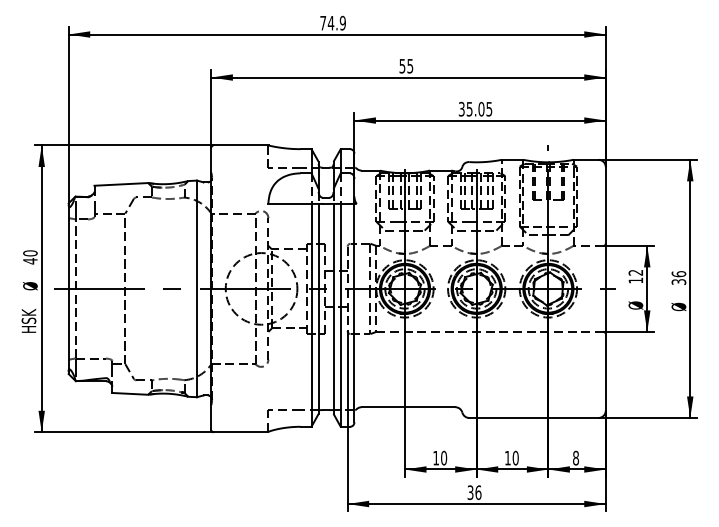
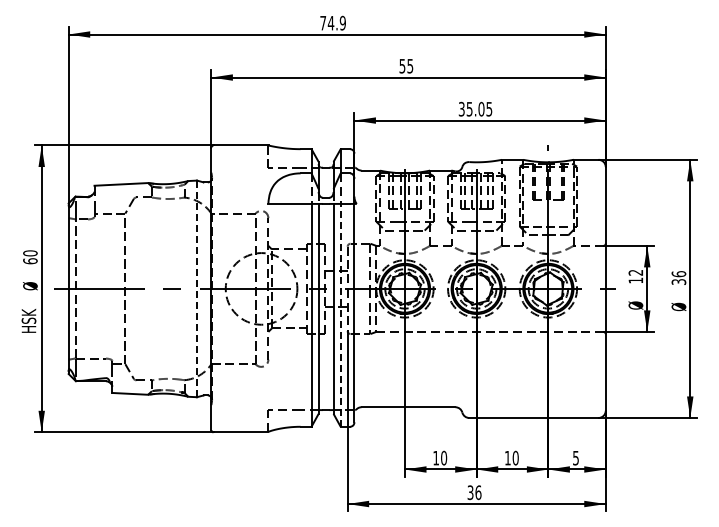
text at (30, 261): 40 -> 60
line at (197, 288): solid -> dashed
line at (340, 314): solid -> dashed
text at (576, 457): 8 -> 5
